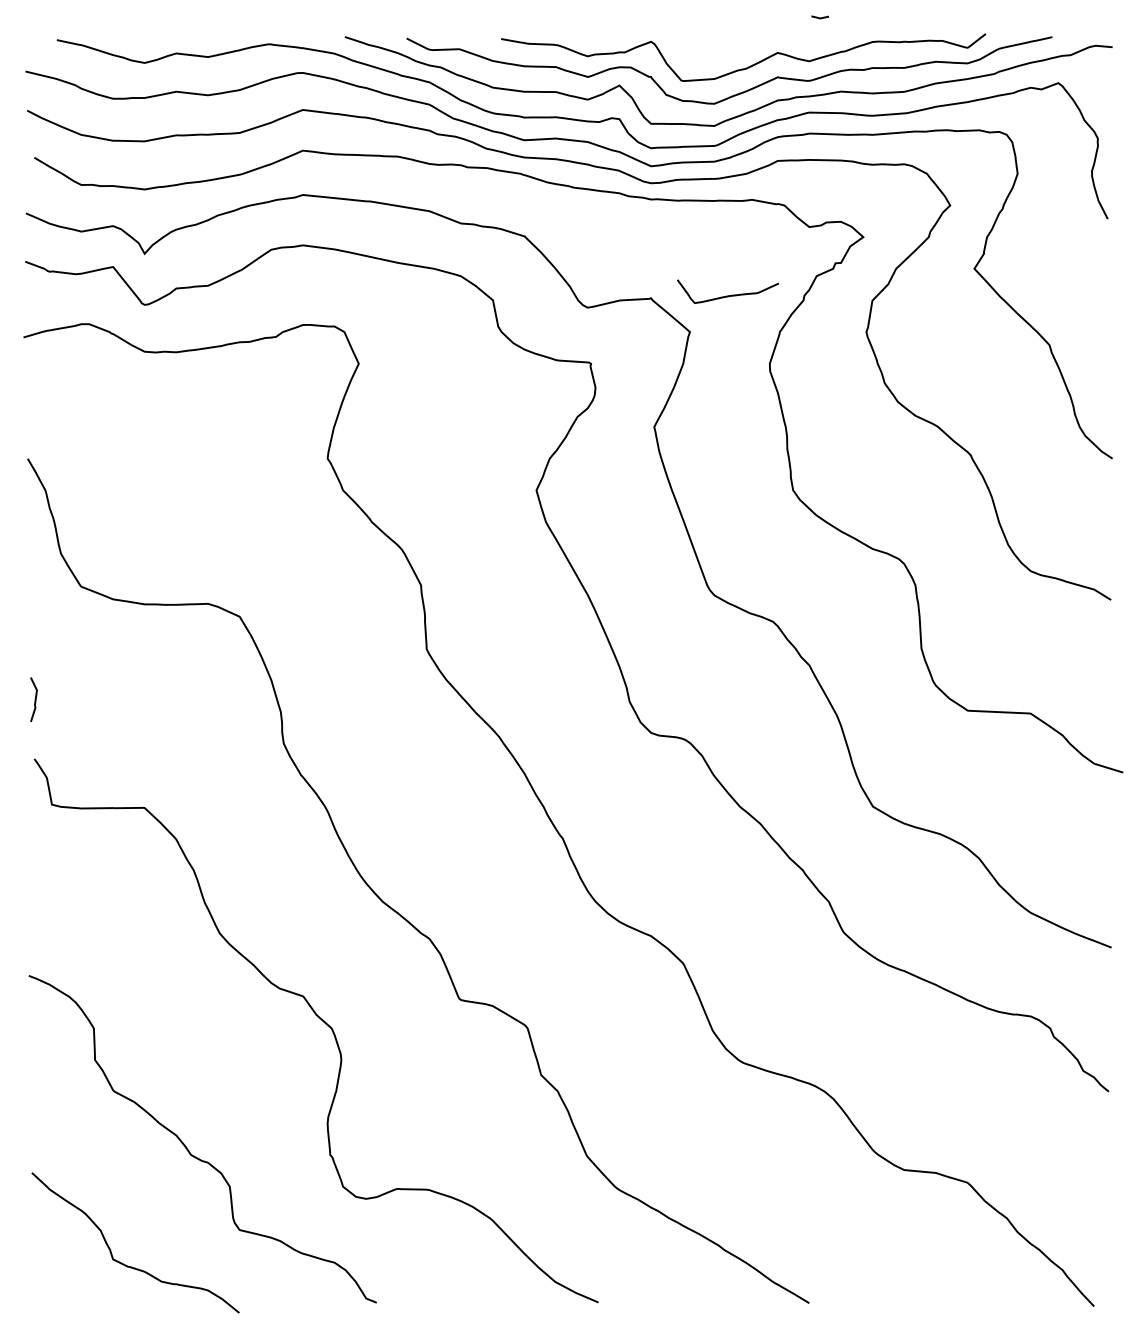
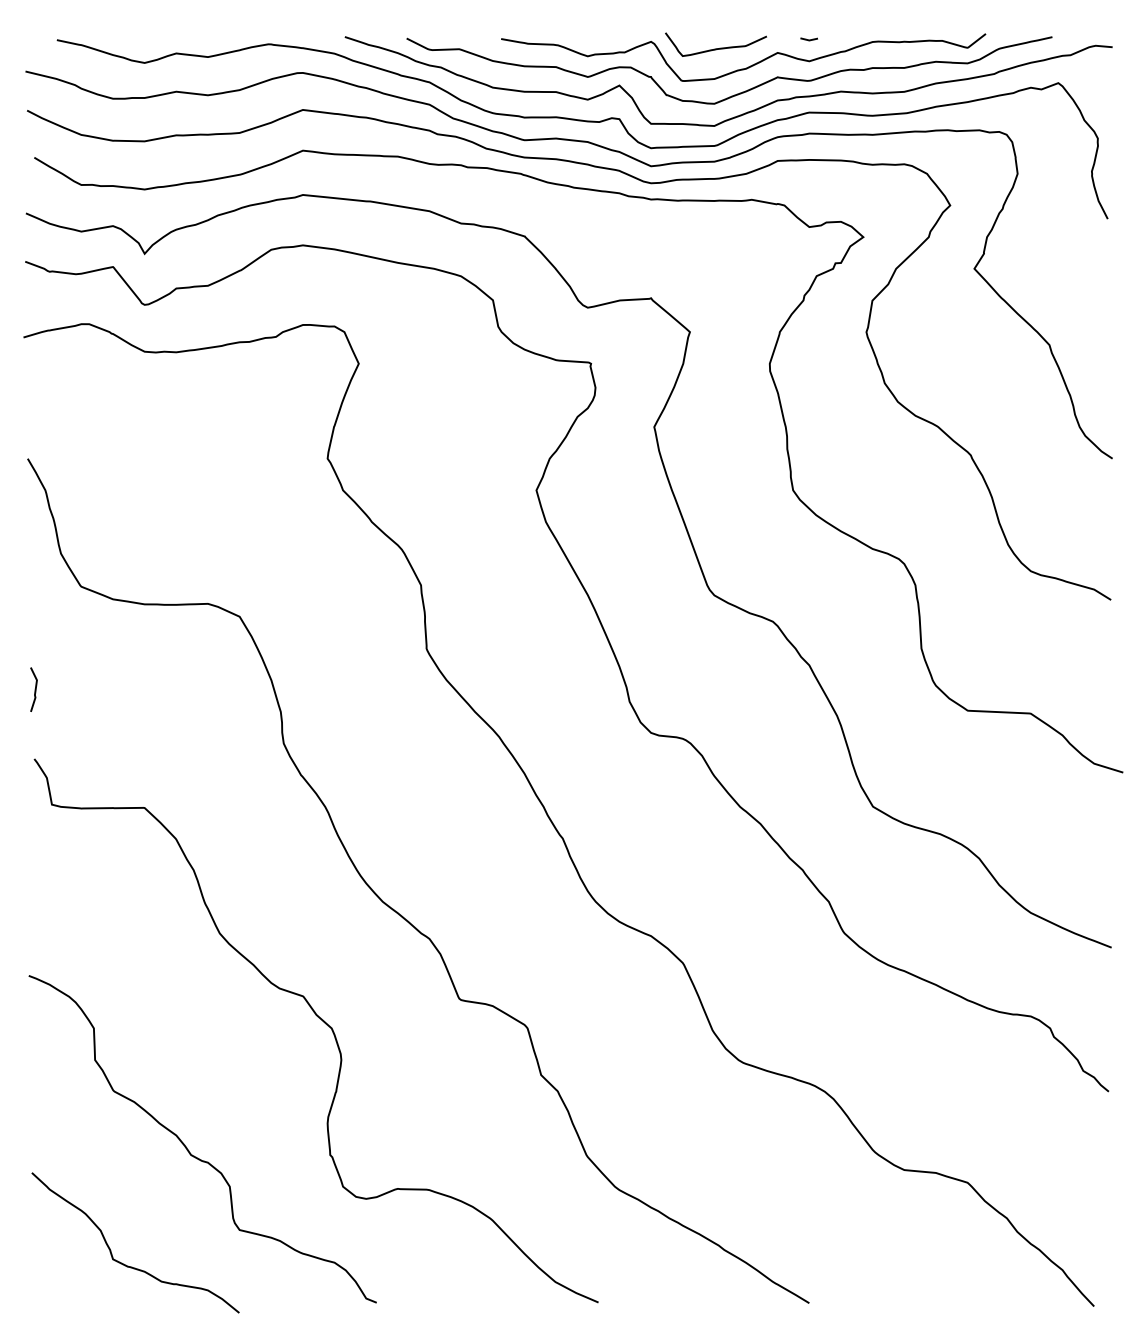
line at (819, 17) position: (819, 17) -> (808, 39)
curve at (727, 295) position: (727, 295) -> (715, 48)
line at (34, 699) position: (34, 699) -> (34, 689)
